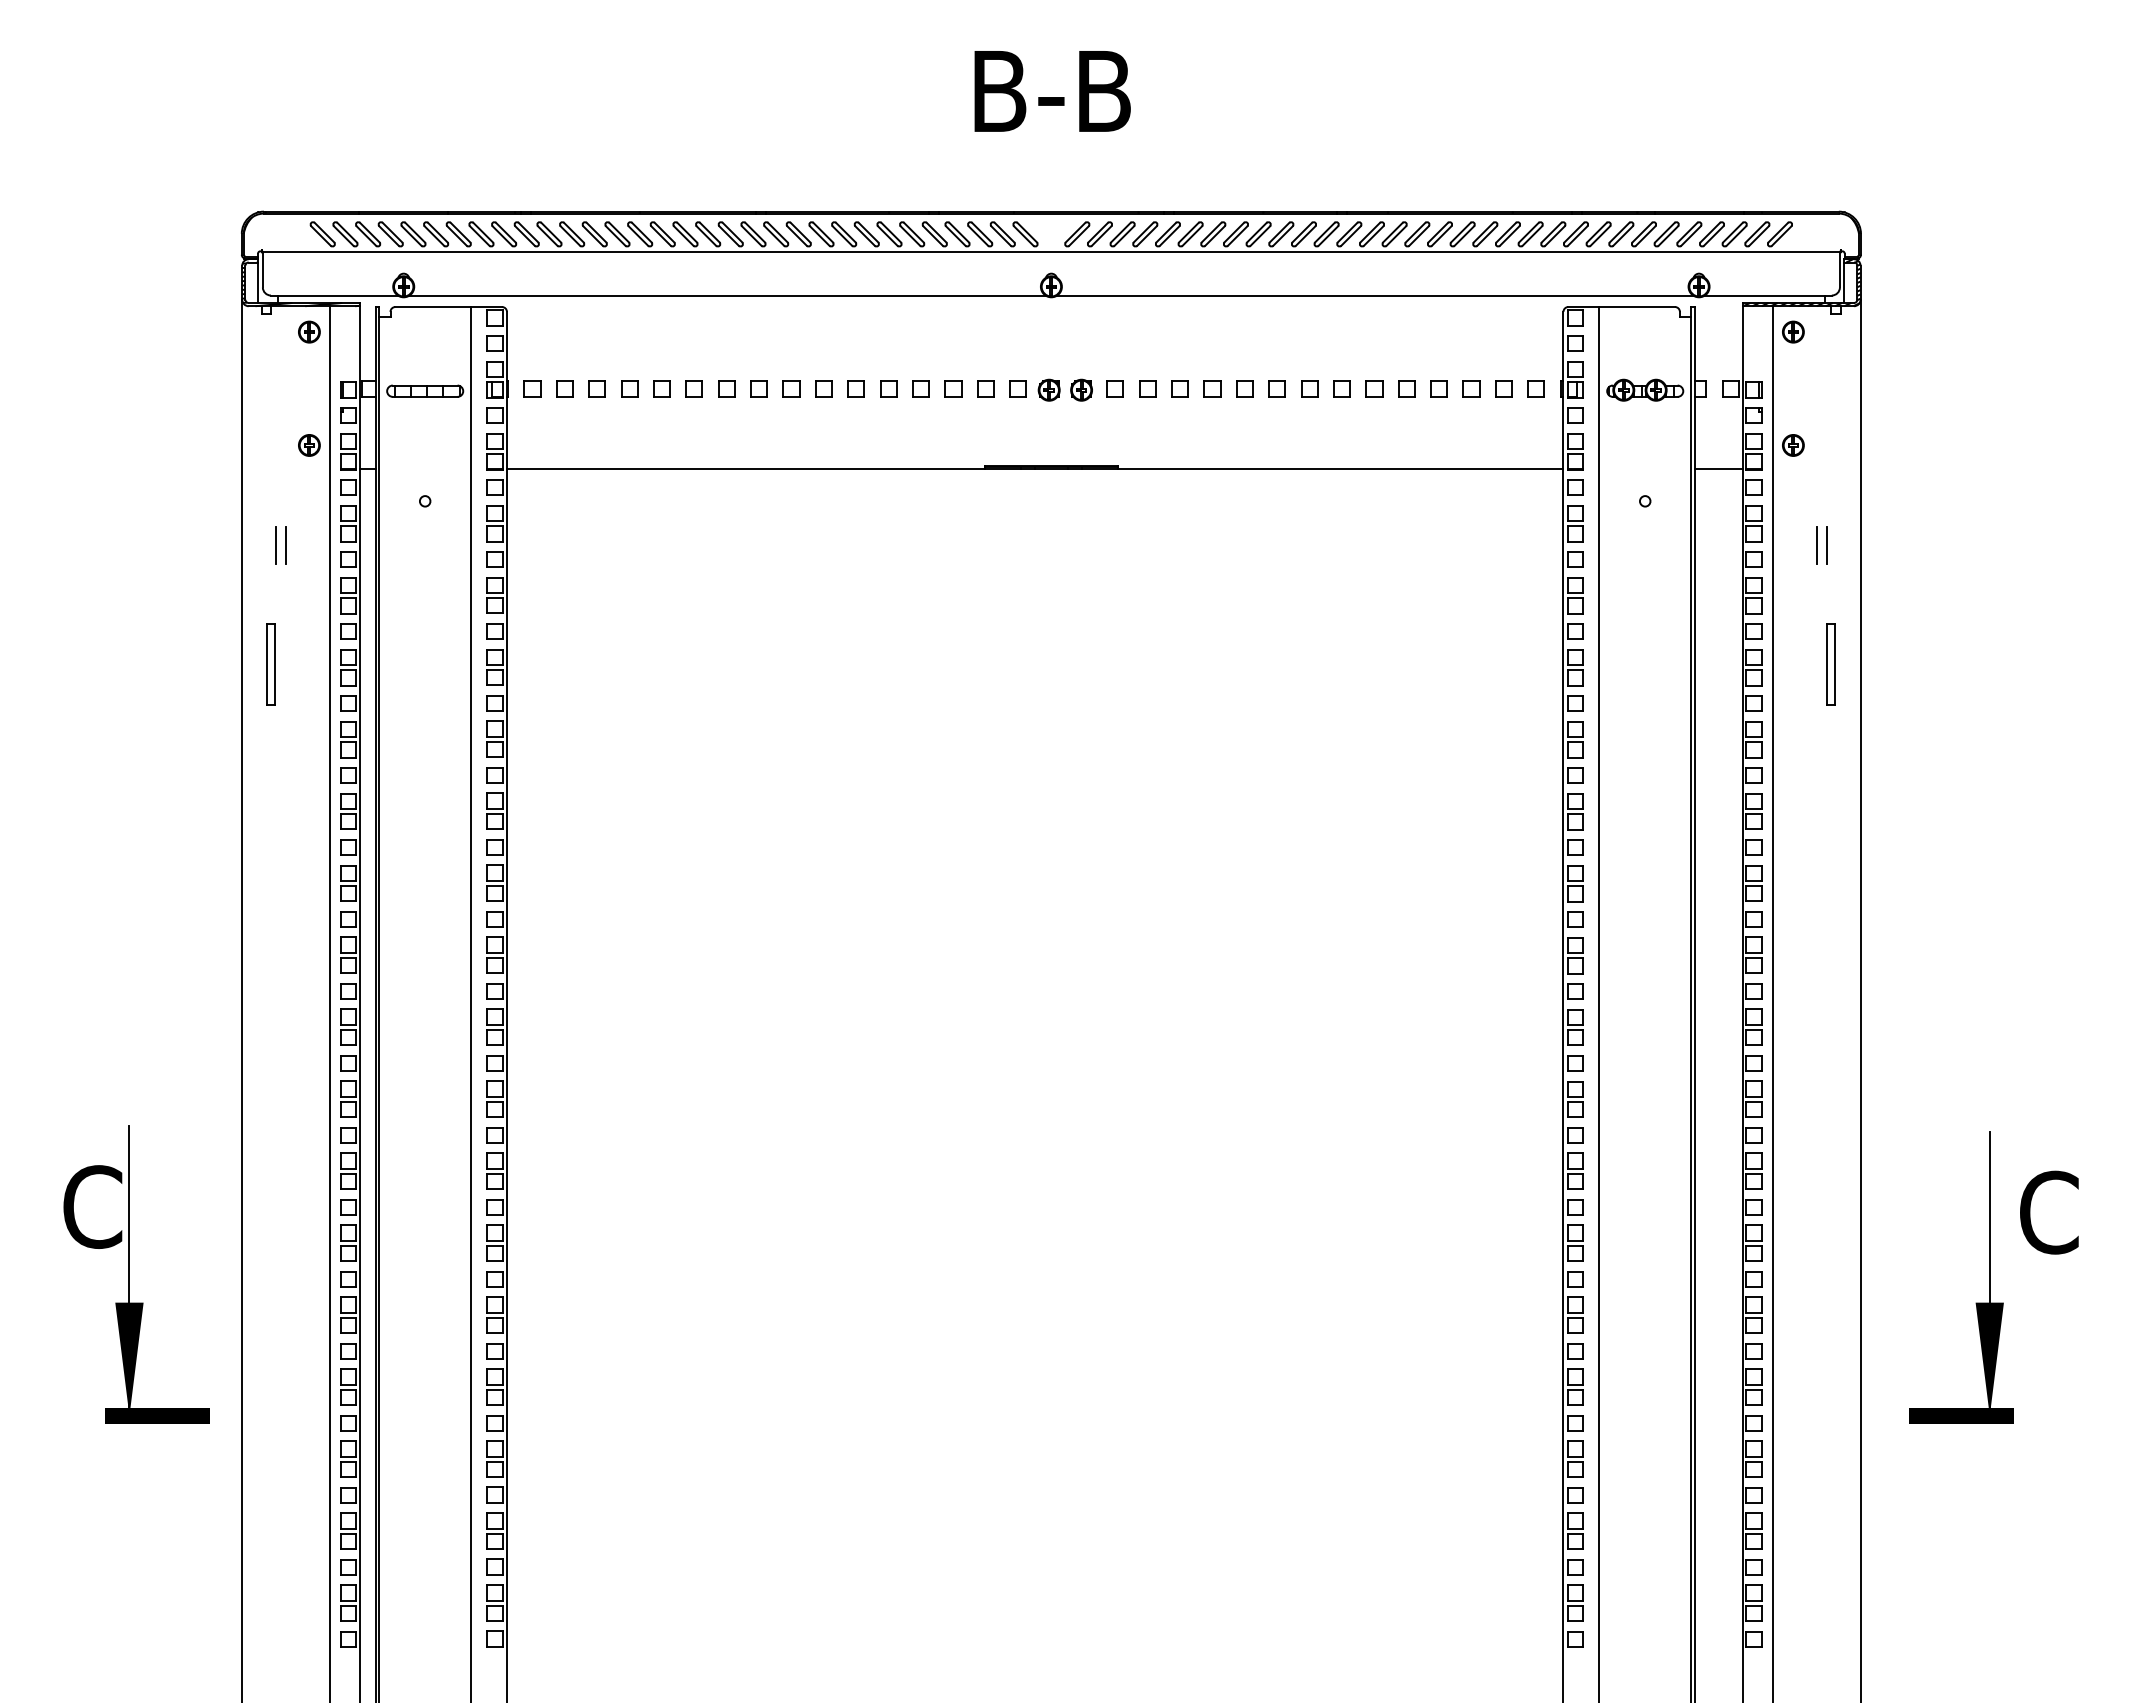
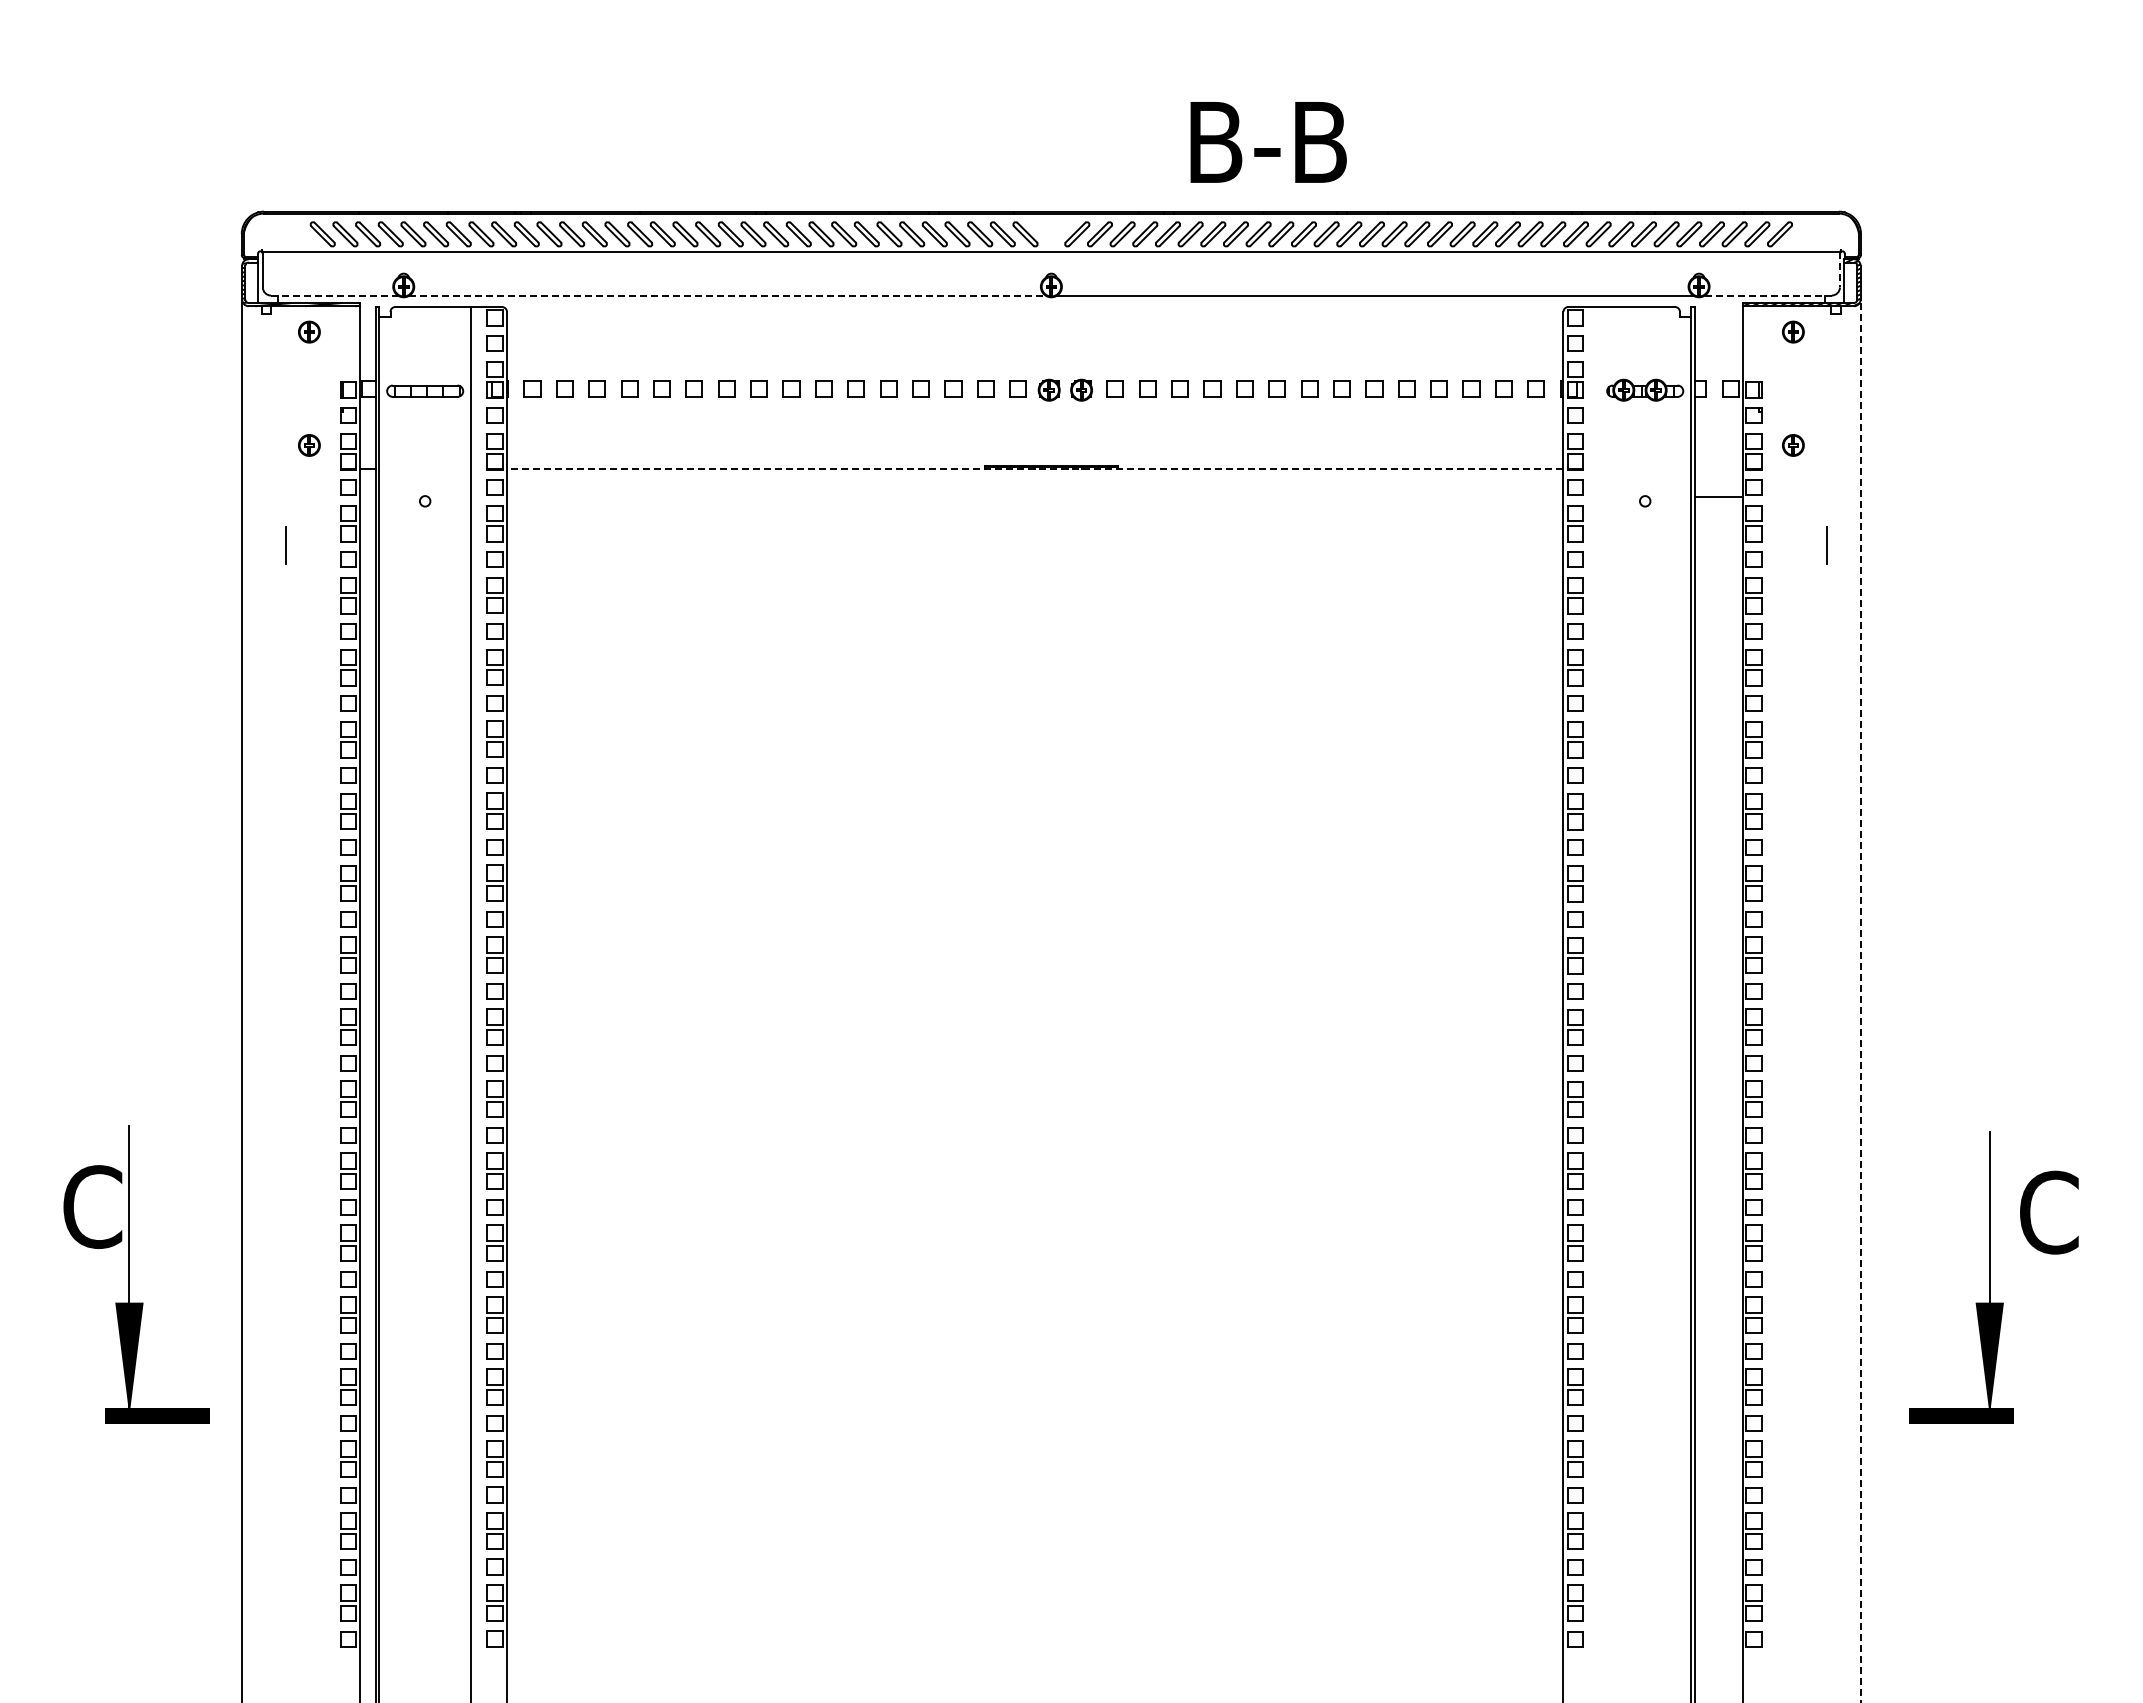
text at (1052, 91) position: (1052, 91) -> (1268, 142)
line at (1839, 269): solid -> dashed
line at (334, 295): solid -> dashed
line at (728, 295): solid -> dashed
line at (1768, 295): solid -> dashed
line at (1034, 468): solid -> dashed
line at (1718, 468) position: (1718, 468) -> (1718, 496)
line at (276, 545): present -> none
line at (1816, 545): present -> none
part at (270, 664): present -> none
part at (1830, 664): present -> none
line at (1860, 1000): solid -> dashed
line at (329, 1002): present -> none
line at (1773, 1002): present -> none
line at (1599, 1003): present -> none
